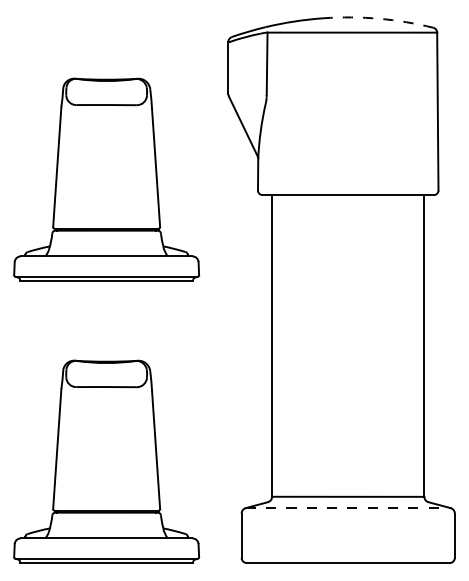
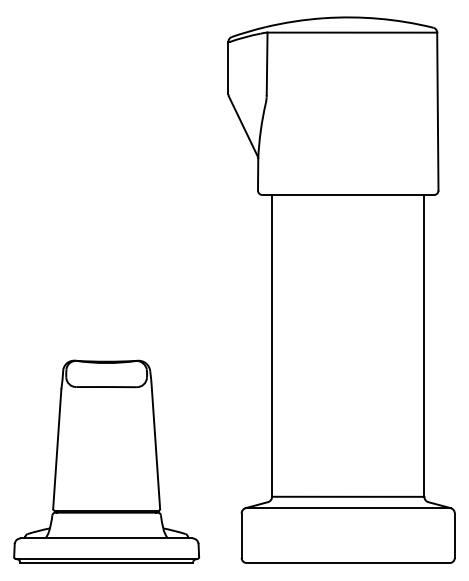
arc at (378, 18): dashed -> solid
part at (106, 179): present -> none
line at (348, 508): dashed -> solid
